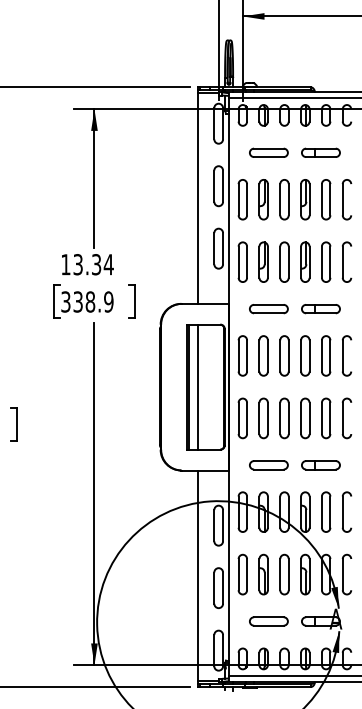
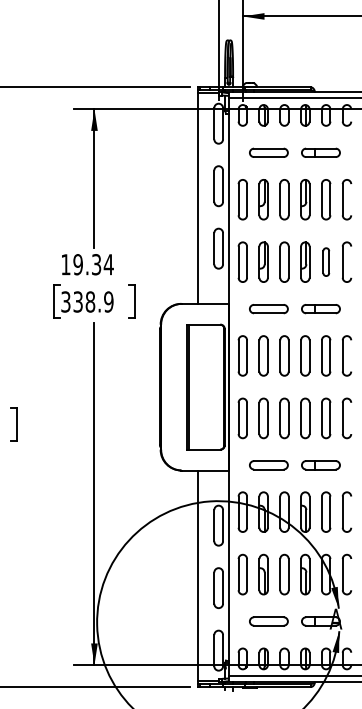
part at (326, 261) size: 11x42 px -> 9x30 px
text at (77, 264): 13.34 -> 19.34
line at (197, 386): present -> none
